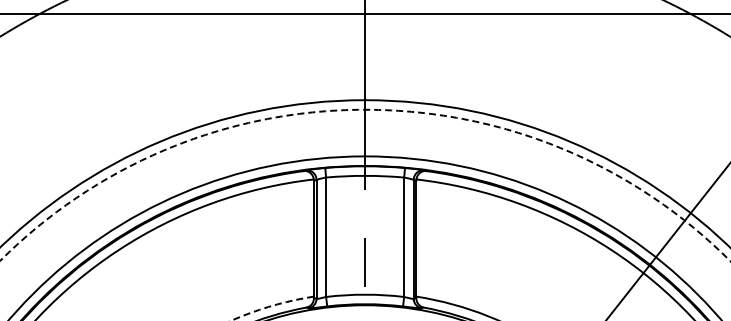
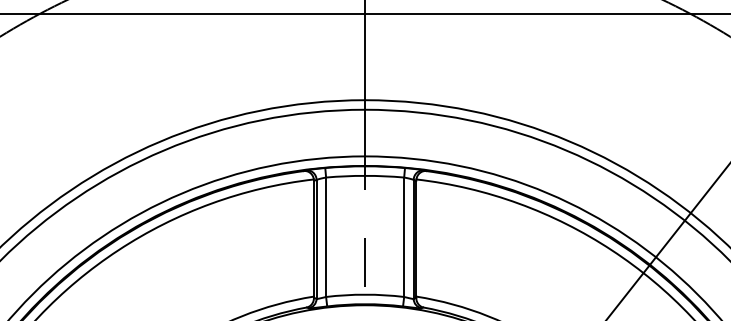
circle at (365, 185): dashed -> solid
arc at (271, 306): dashed -> solid
